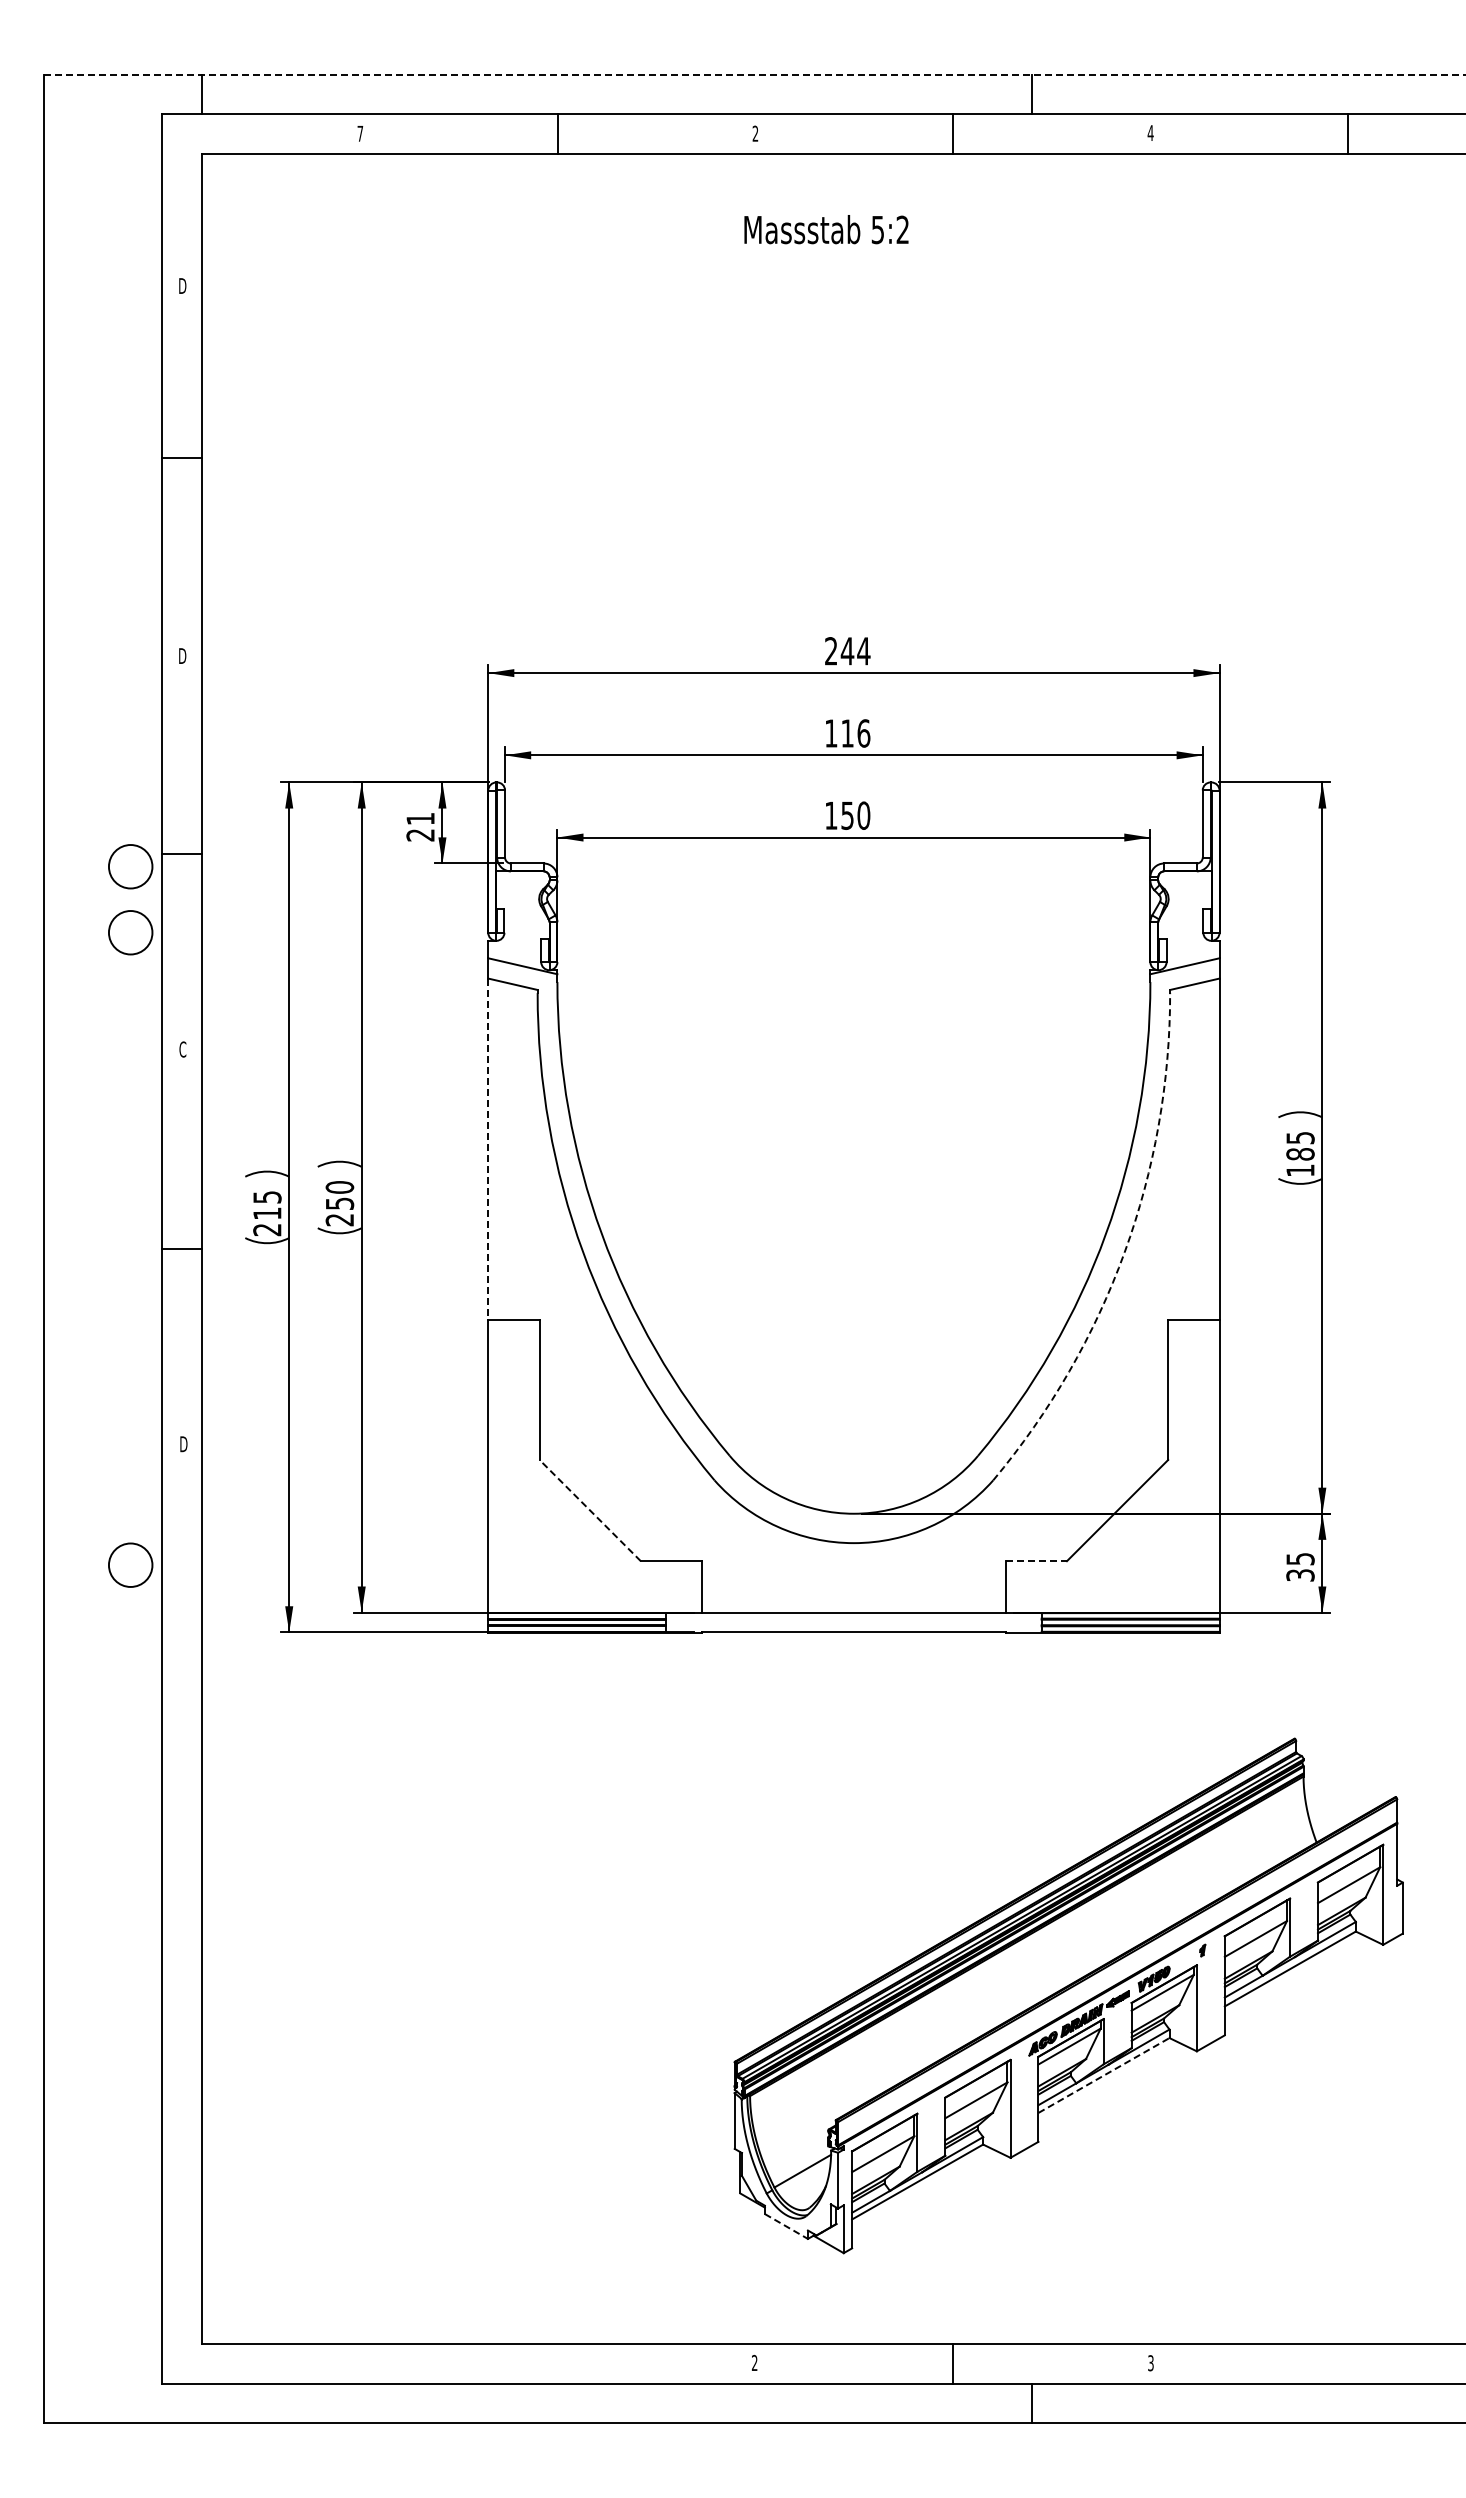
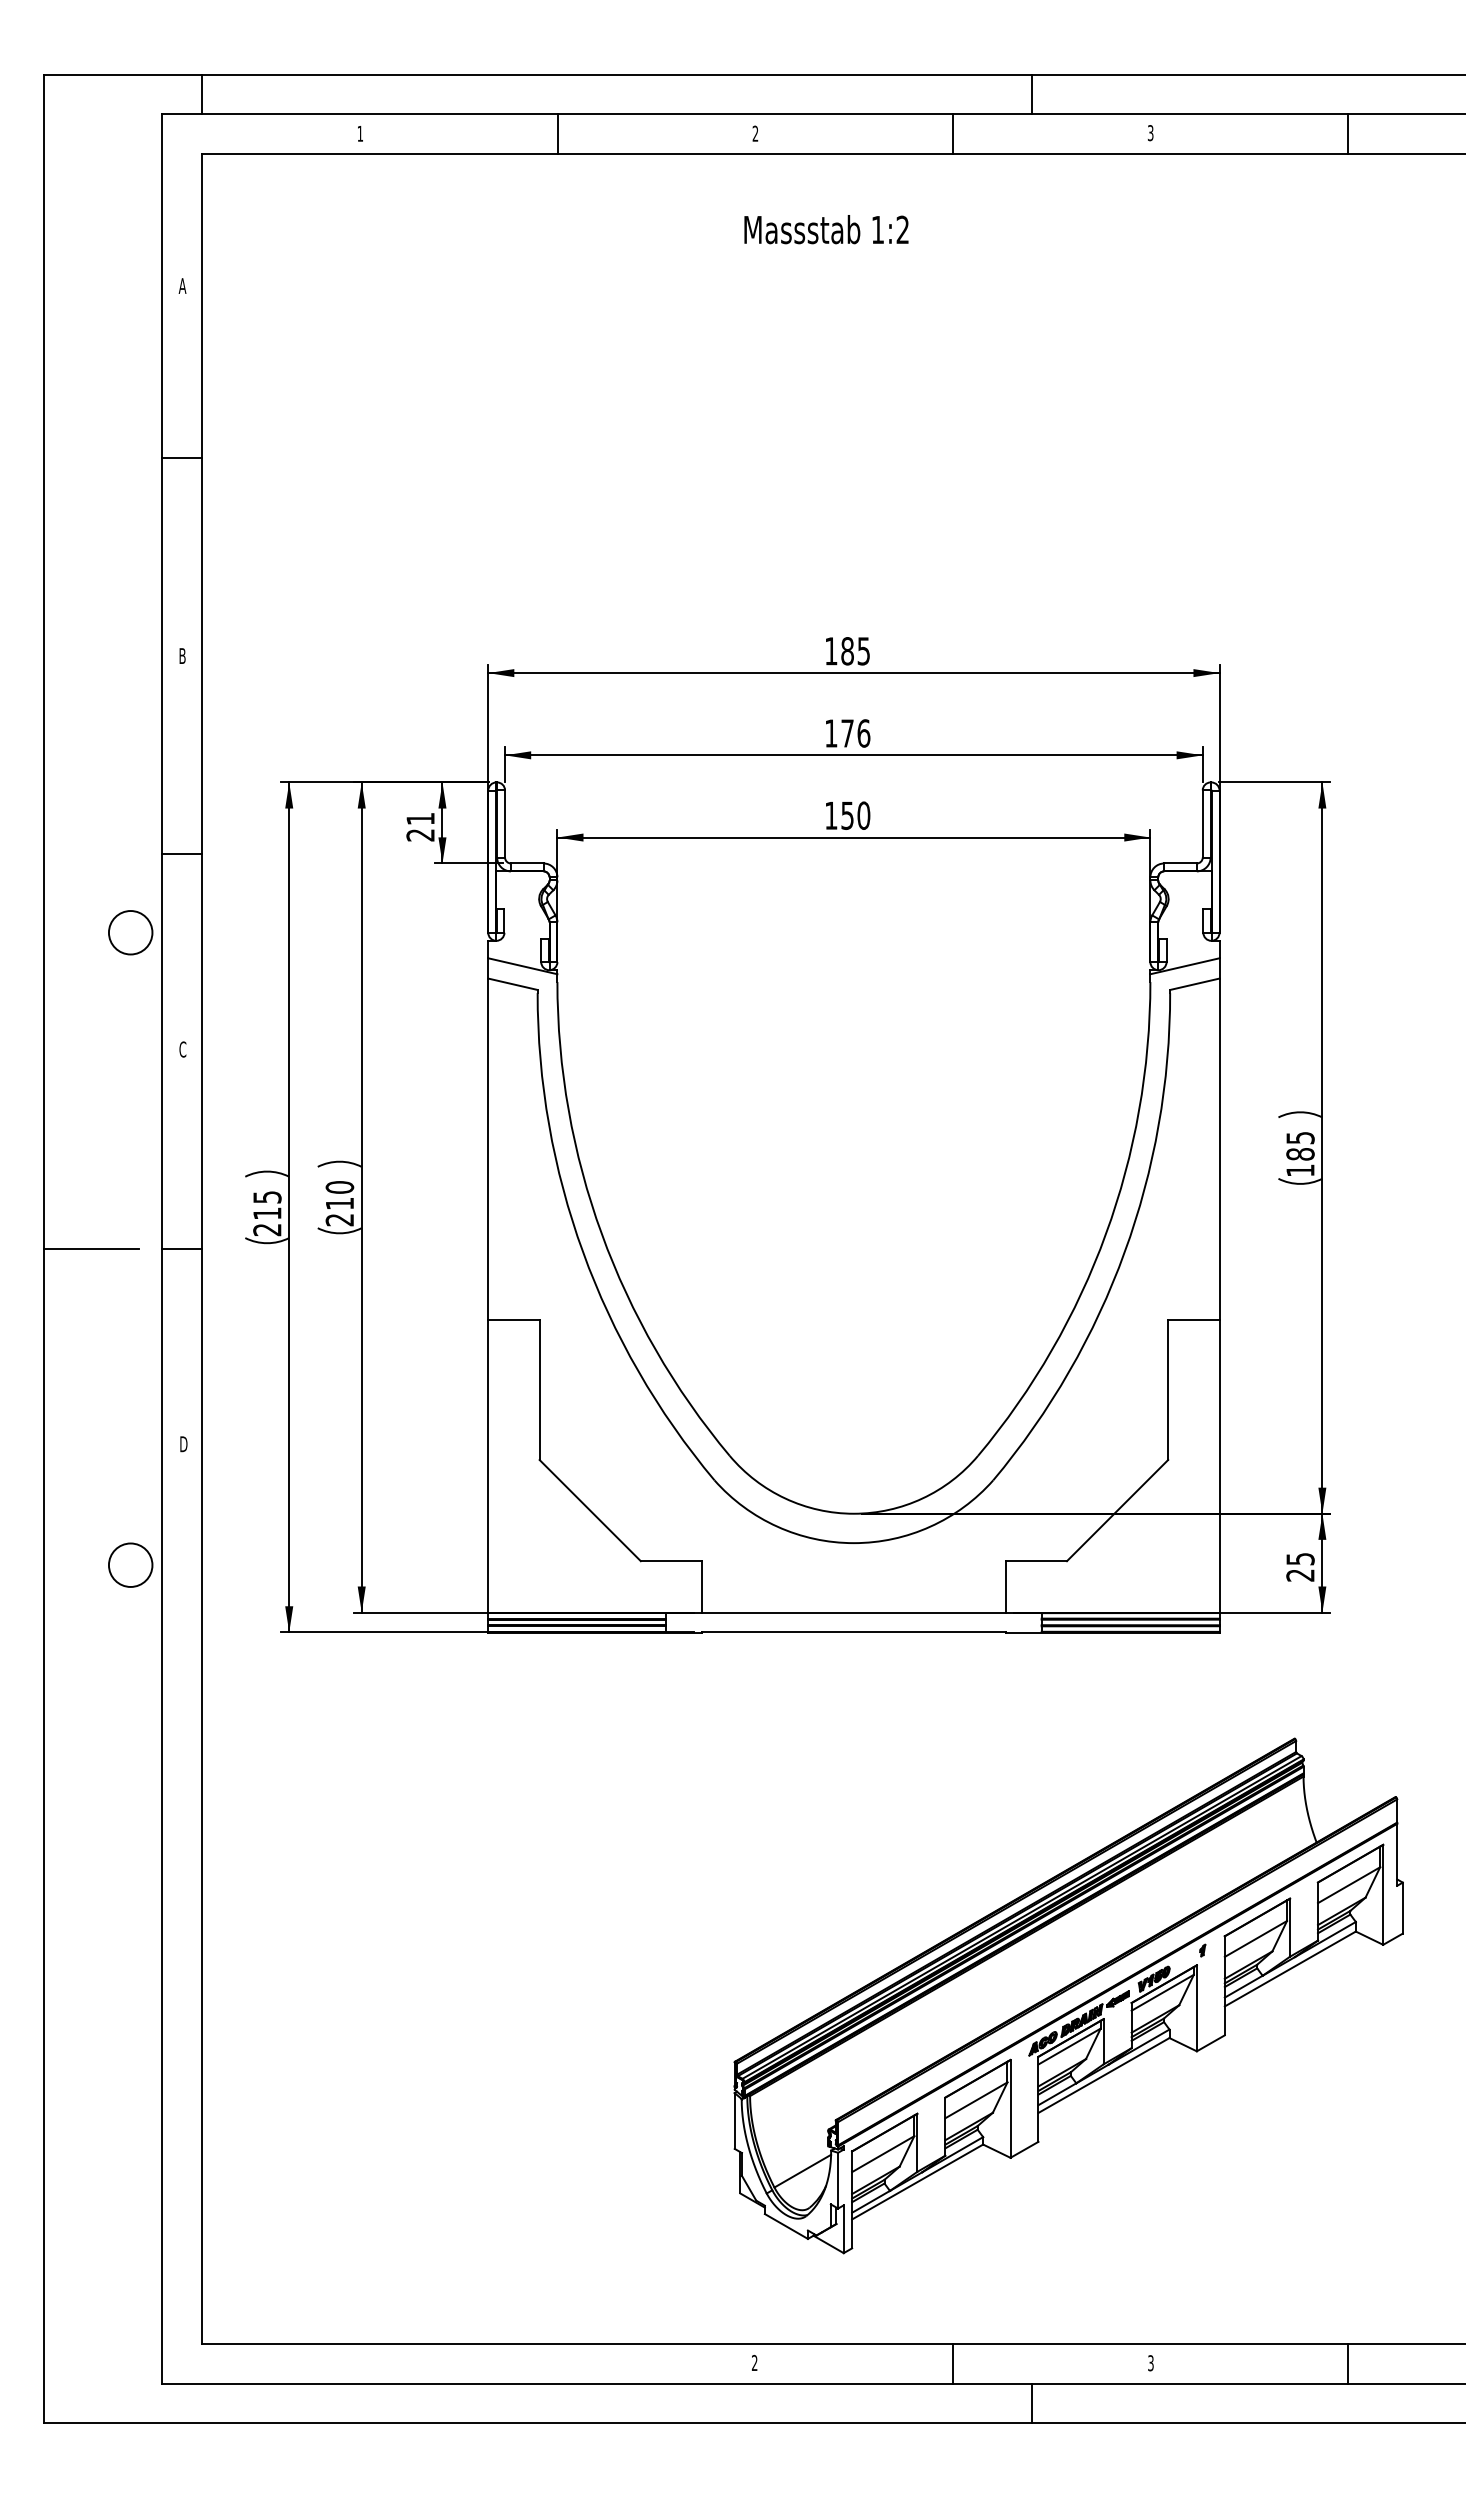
line at (754, 74): dashed -> solid
text at (360, 133): 7 -> 1
text at (1150, 133): 4 -> 3
text at (877, 230): 5:2 -> 1:2
text at (182, 285): D -> A
text at (847, 651): 244 -> 185
text at (182, 655): D -> B
text at (847, 733): 116 -> 176
circle at (130, 866): present -> none
line at (488, 1149): dashed -> solid
text at (340, 1203): 250 -> 210
line at (90, 1249): none -> present
arc at (1124, 1252): dashed -> solid
line at (590, 1510): dashed -> solid
line at (1037, 1561): dashed -> solid
text at (1300, 1575): 35 -> 25
line at (1104, 2075): dashed -> solid
line at (786, 2226): dashed -> solid
line at (1348, 2363): none -> present
